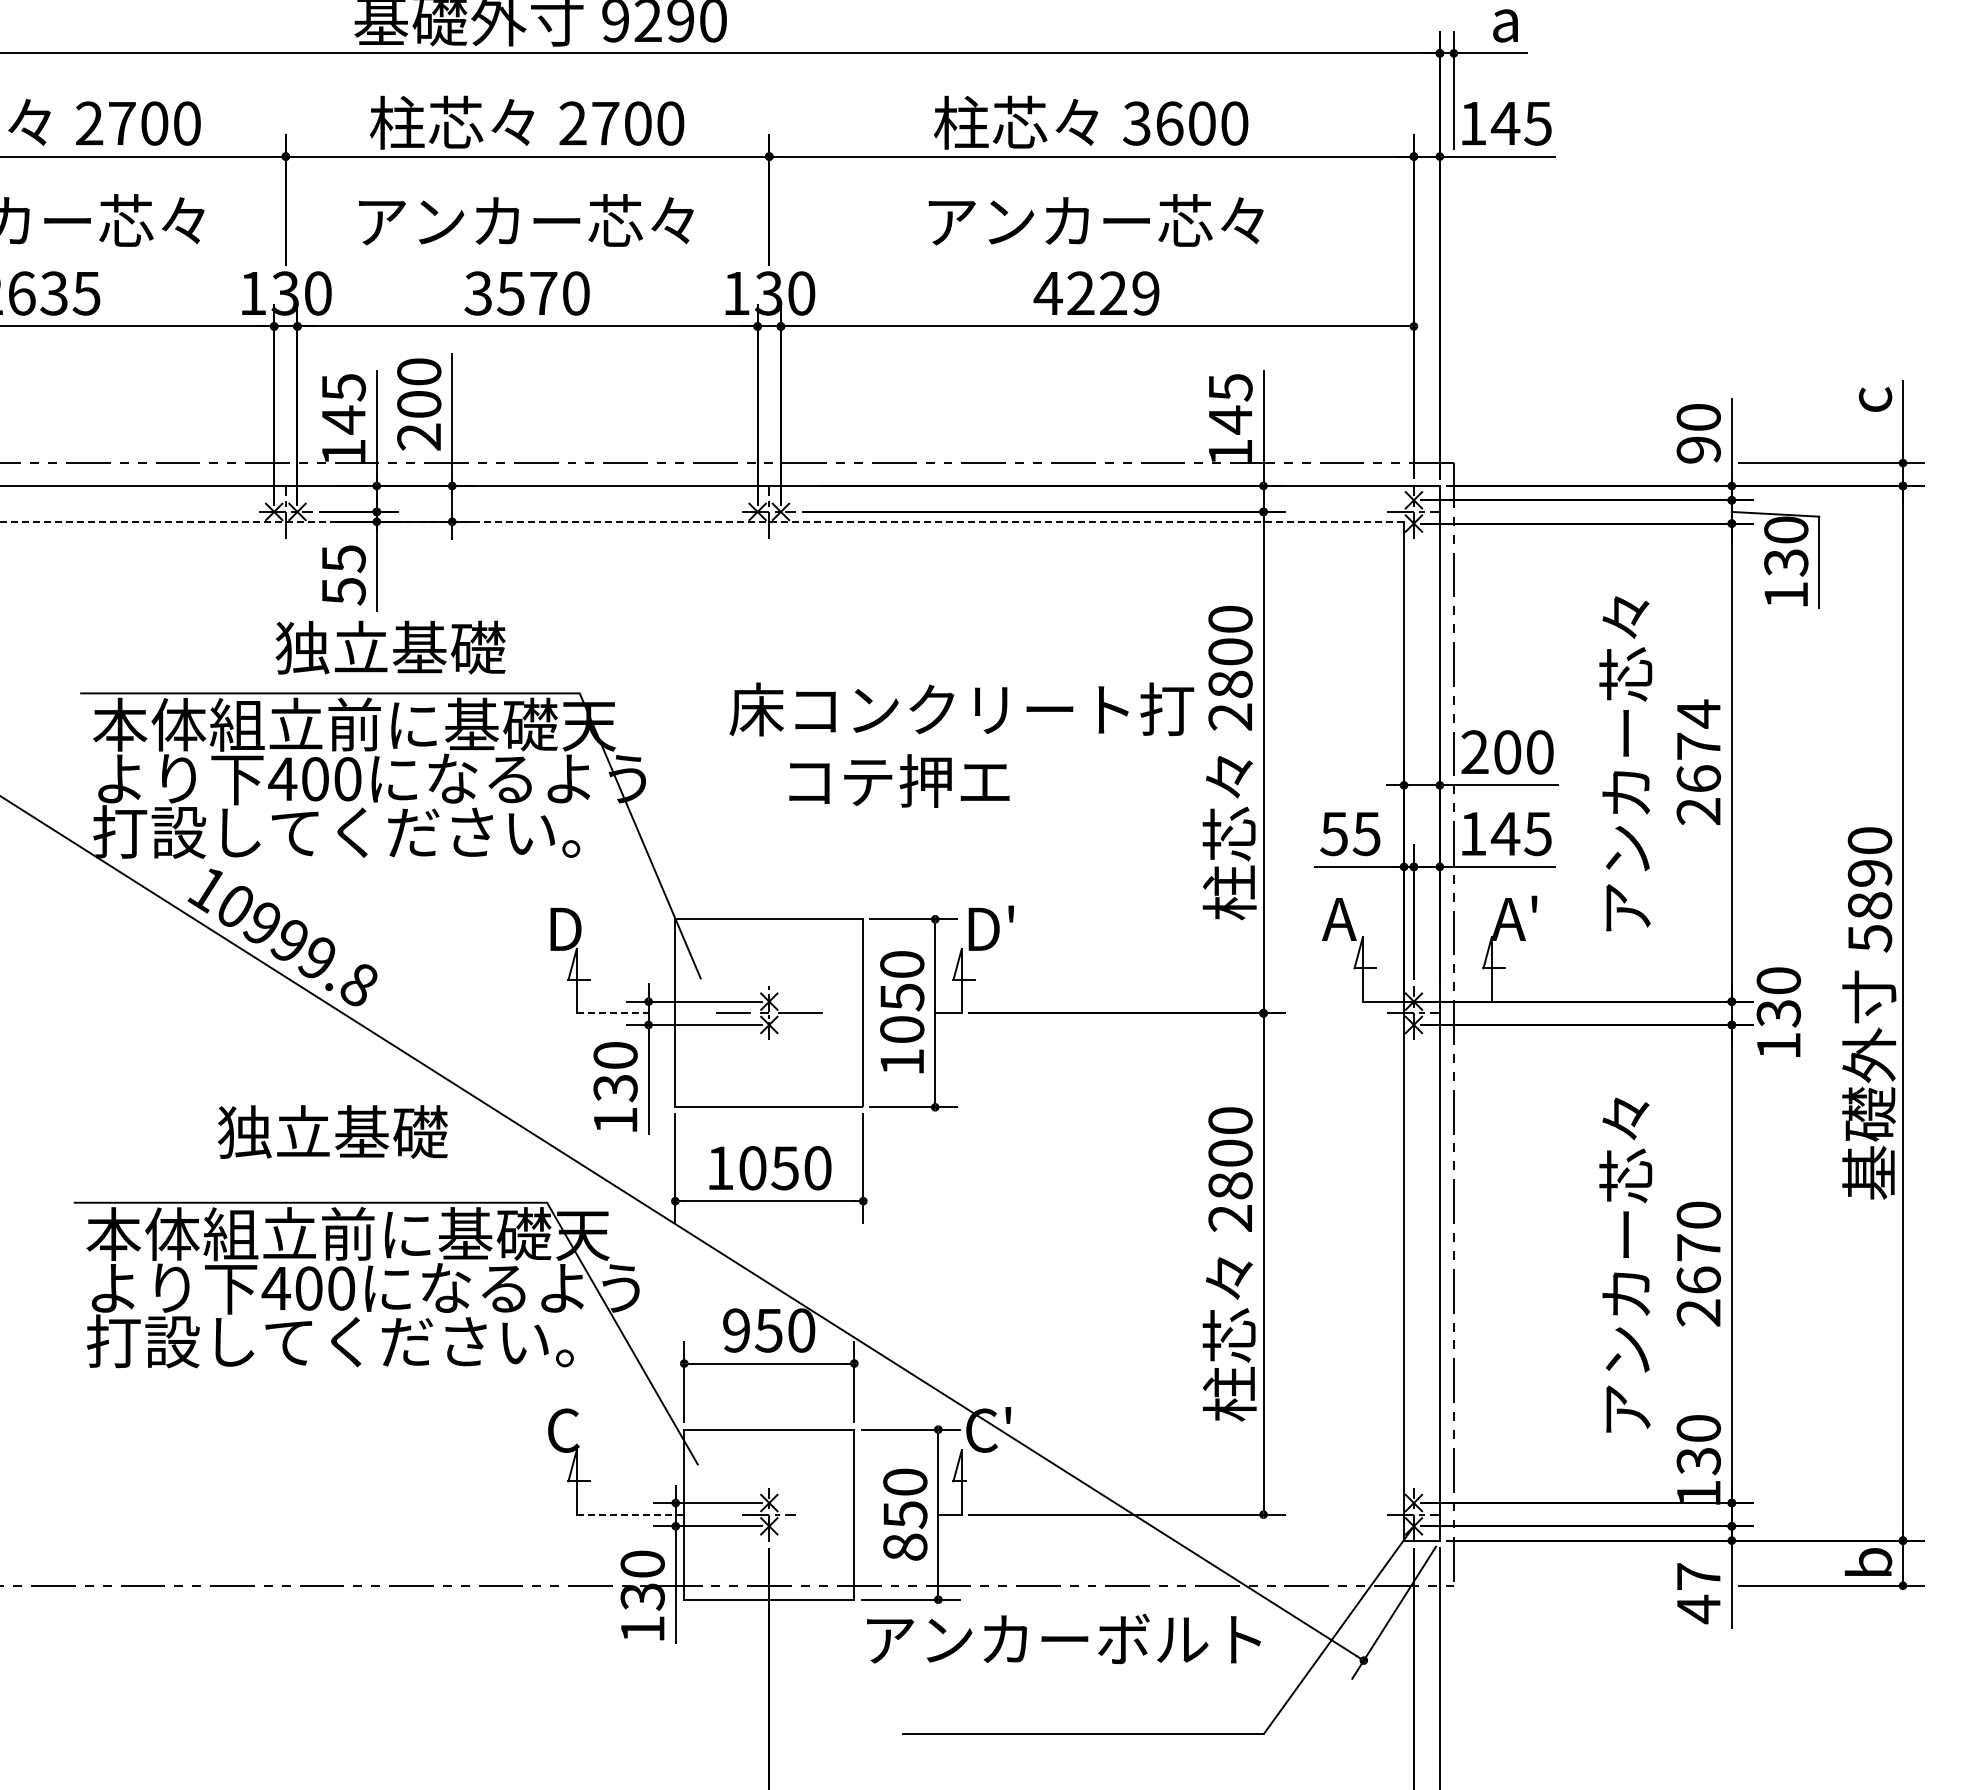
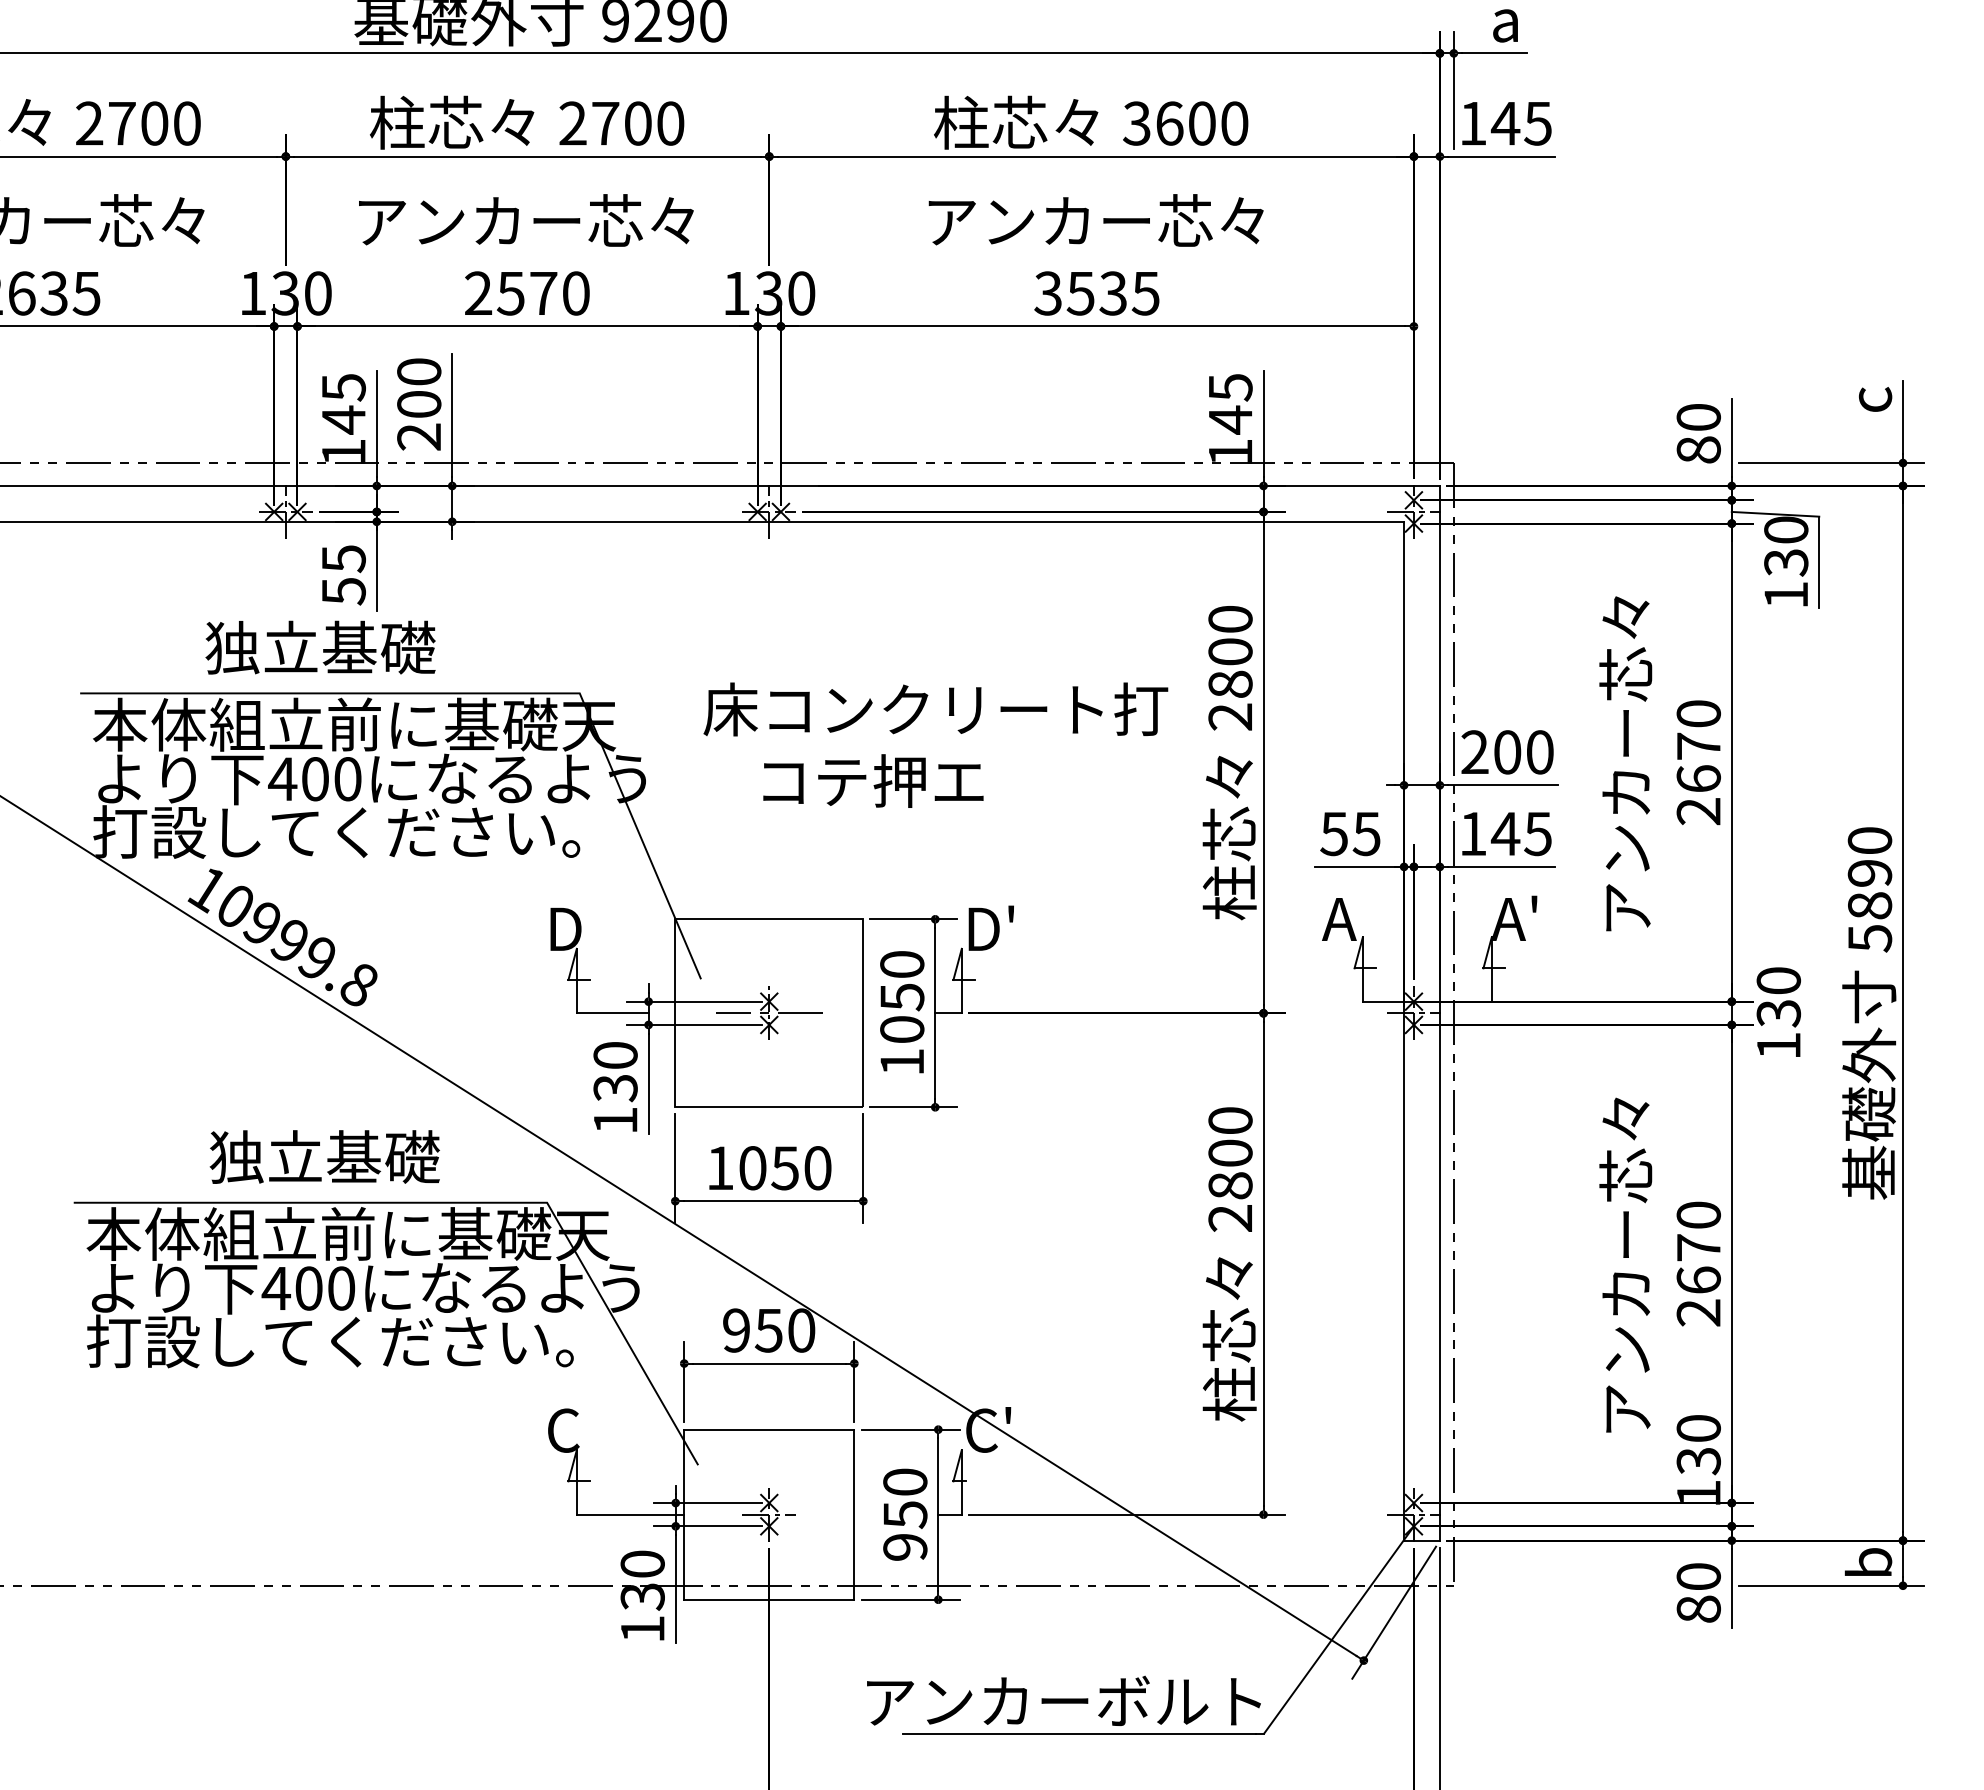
text at (478, 293): 3570 -> 2570
text at (1096, 293): 4229 -> 3535
text at (1698, 449): 90 -> 80
line at (702, 521): dashed -> solid
text at (390, 647) position: (390, 647) -> (320, 647)
text at (1698, 713): 2674 -> 2670
text at (961, 744) position: (961, 744) -> (935, 744)
line at (612, 1013): dashed -> solid
text at (332, 1131) position: (332, 1131) -> (324, 1156)
line at (630, 1514): dashed -> solid
text at (905, 1546): 850 -> 950
text at (1698, 1593): 47 -> 80
text at (1063, 1638) position: (1063, 1638) -> (1063, 1700)
